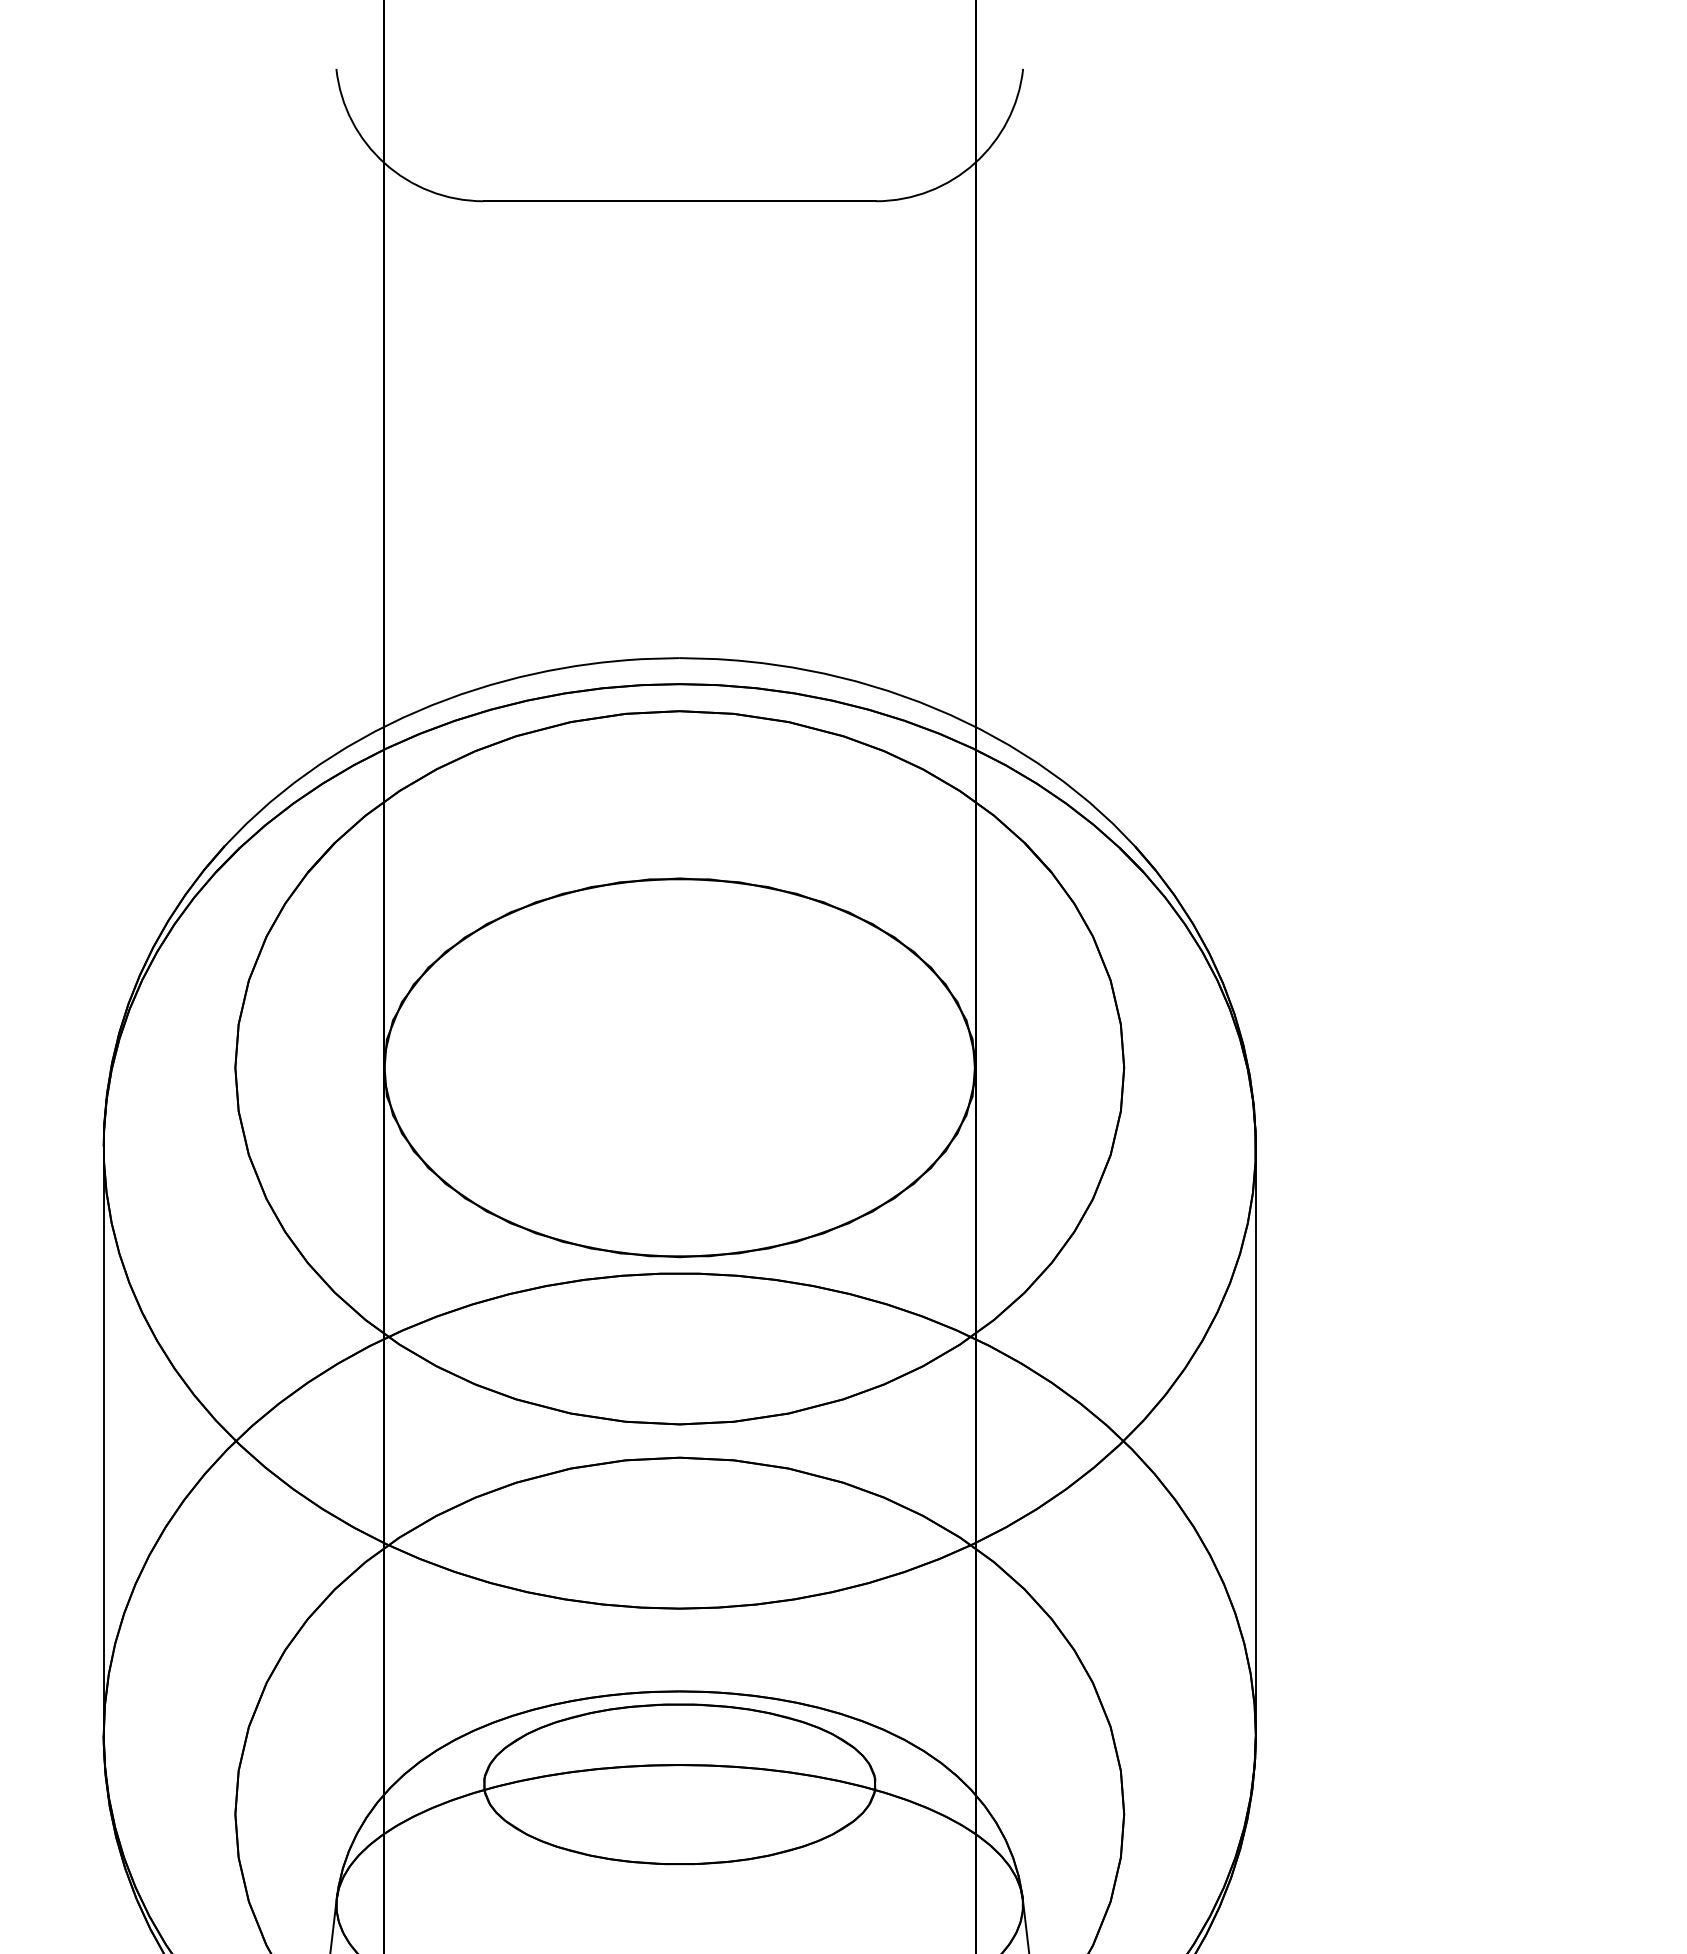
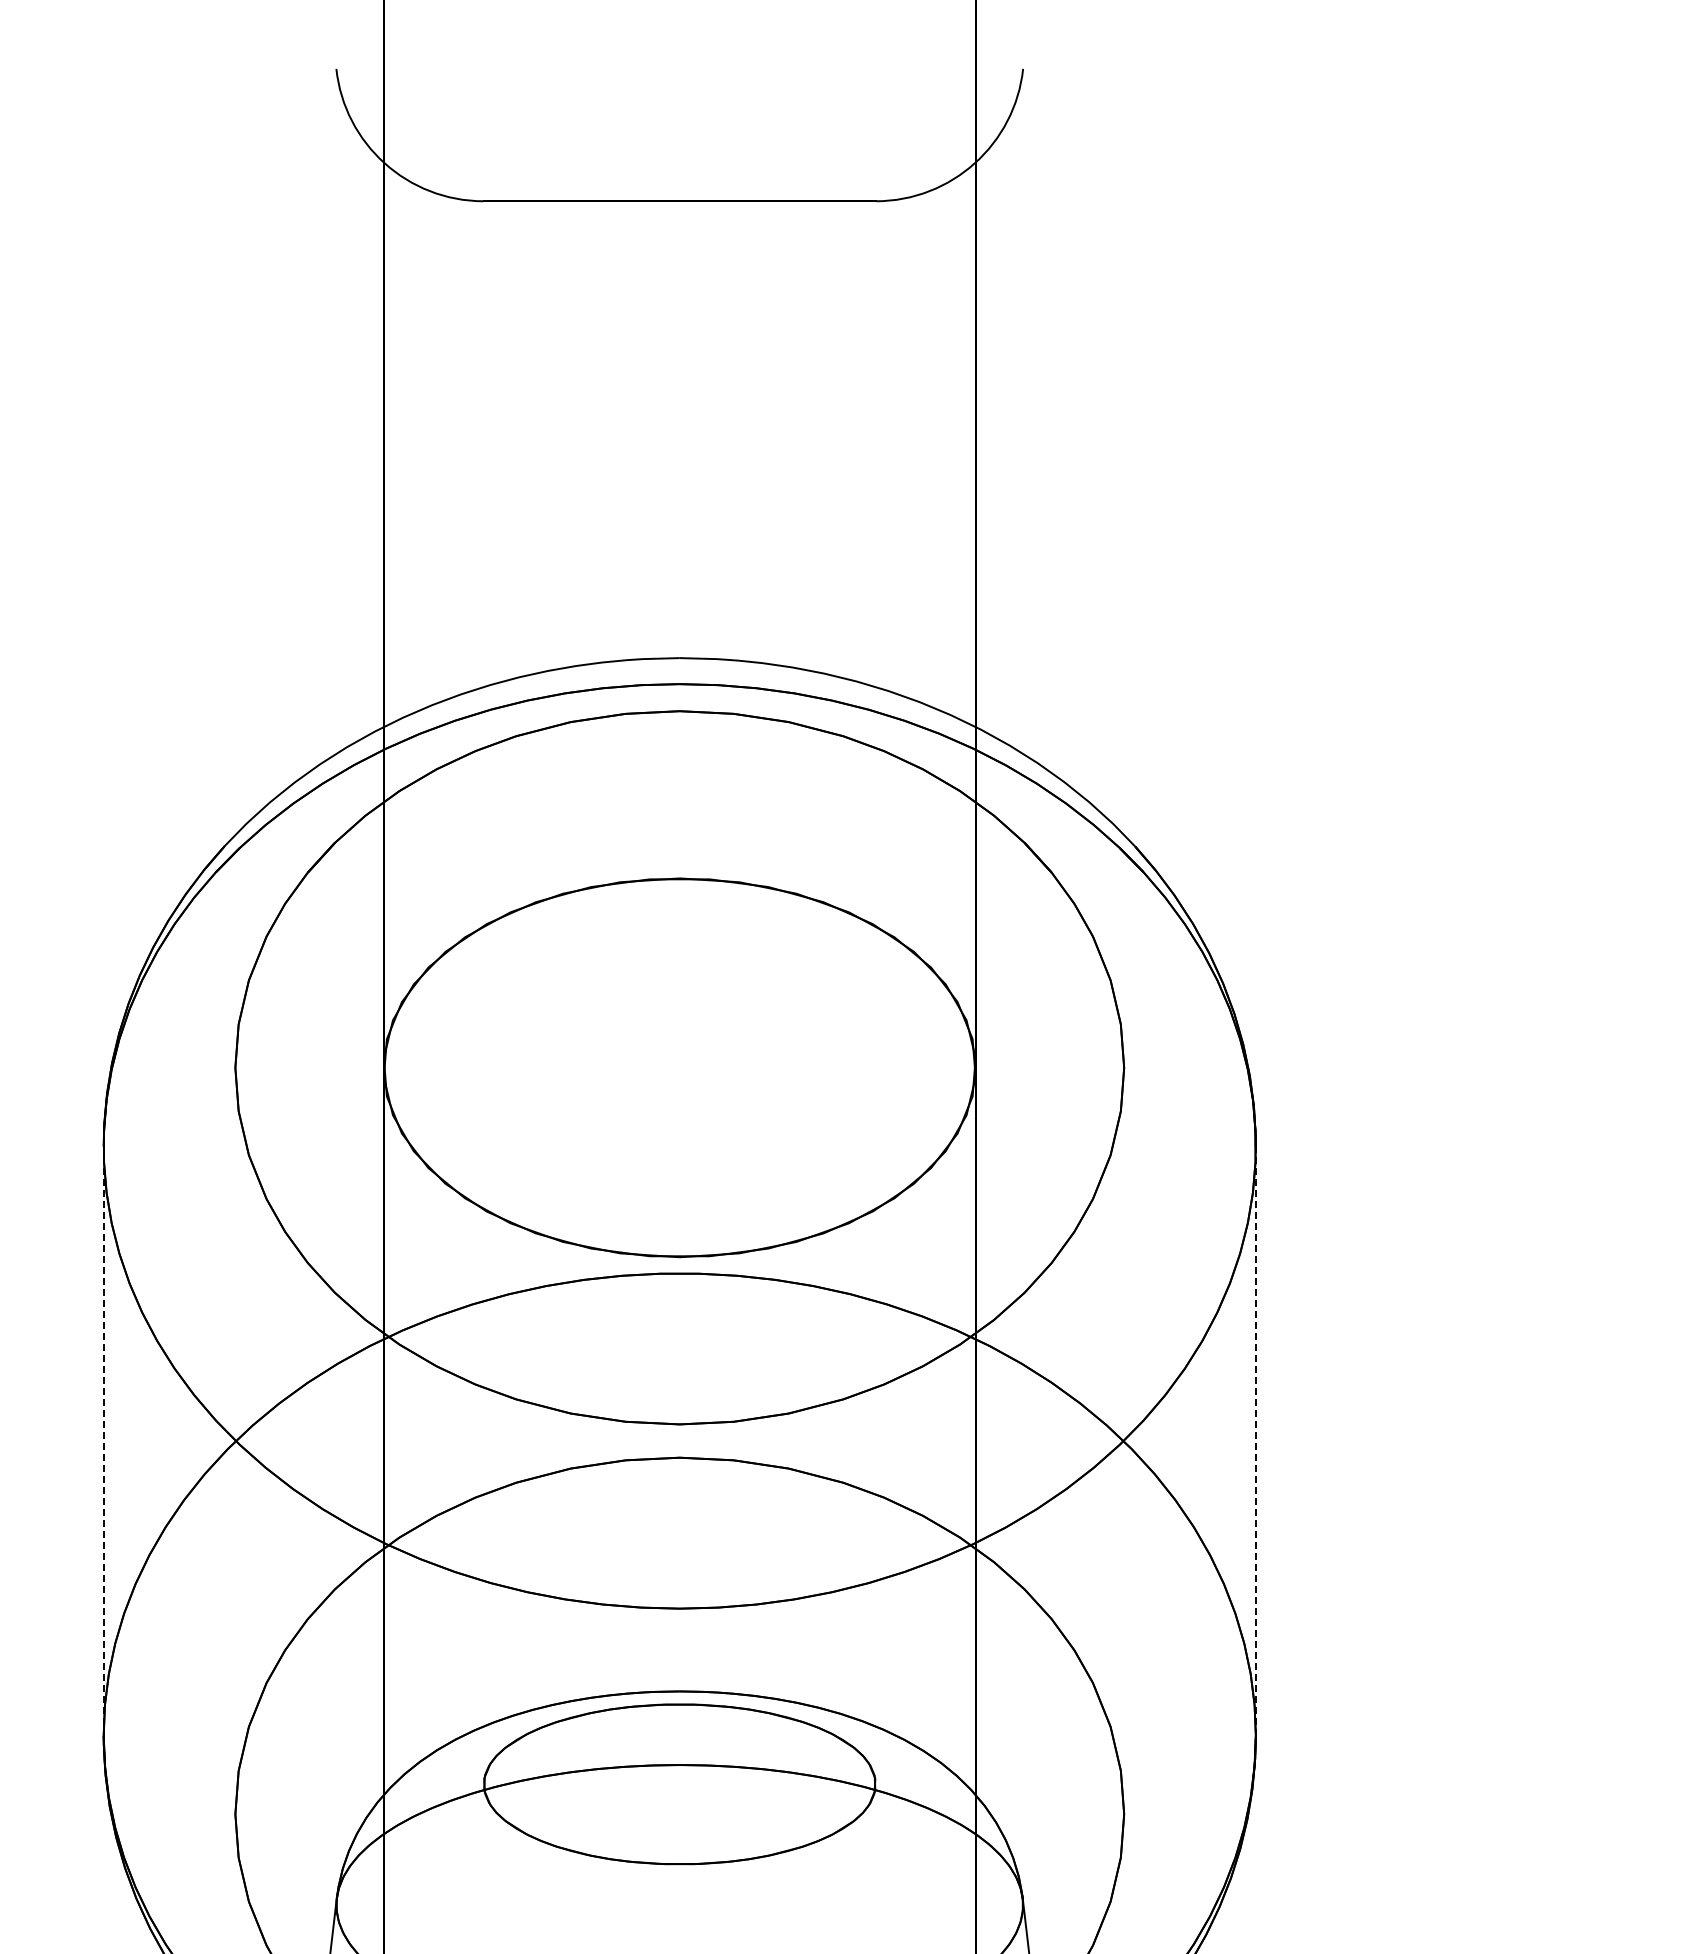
line at (103, 1441): solid -> dashed
line at (1255, 1441): solid -> dashed
